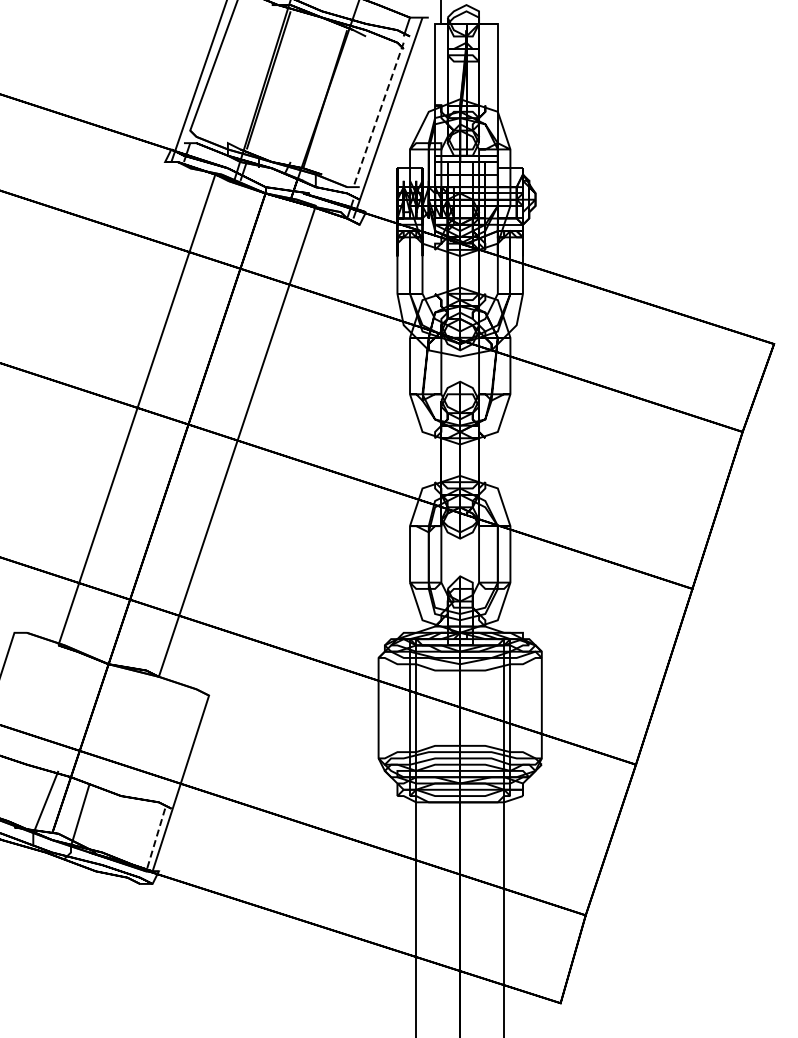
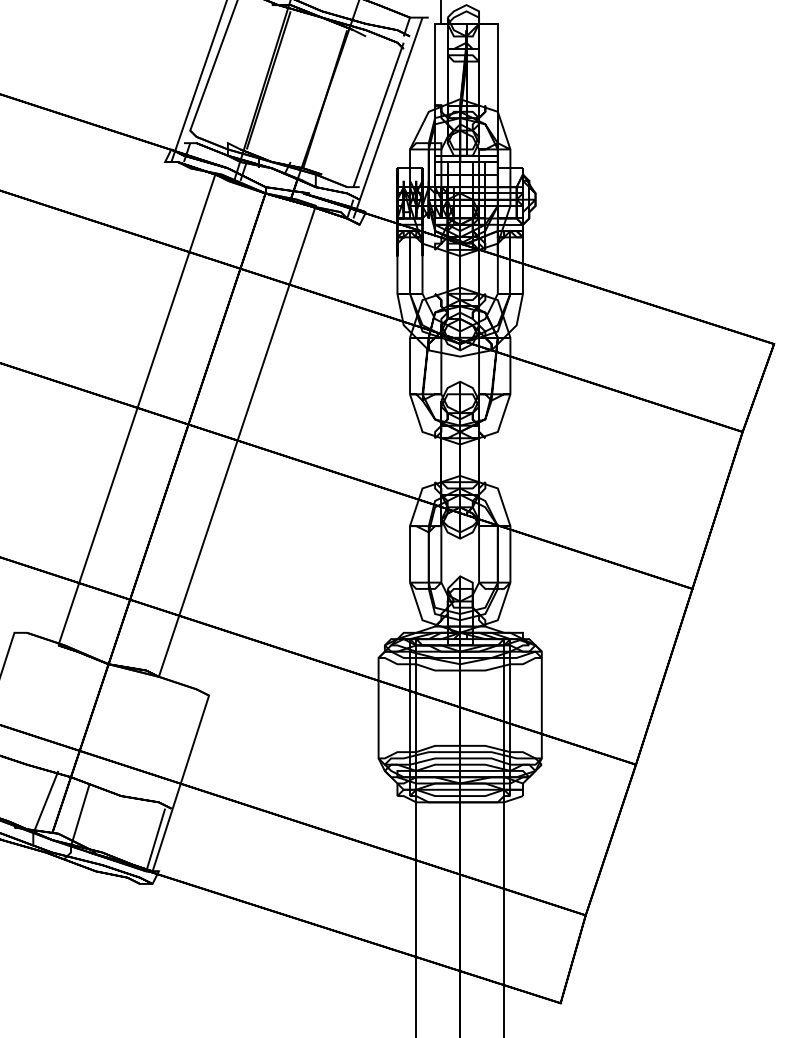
line at (378, 115): dashed -> solid
line at (155, 840): dashed -> solid
